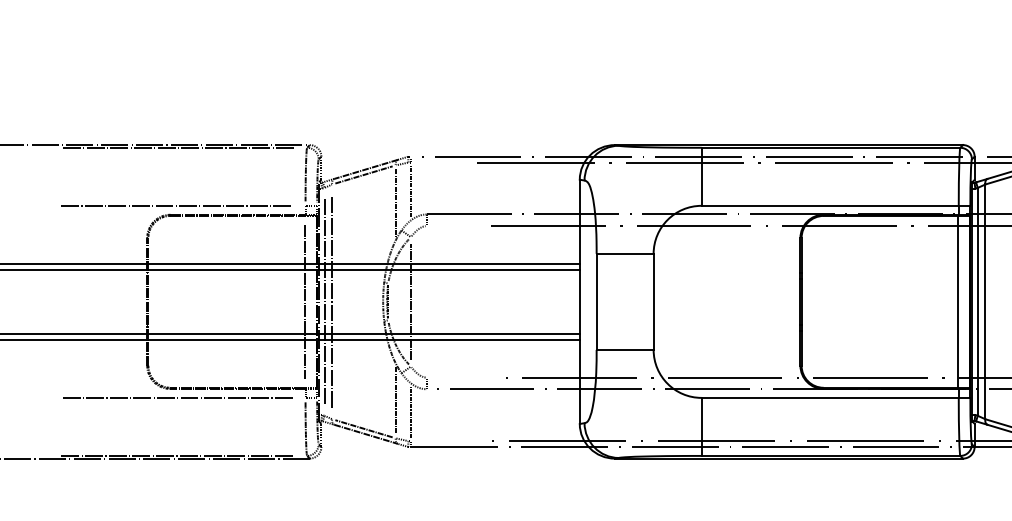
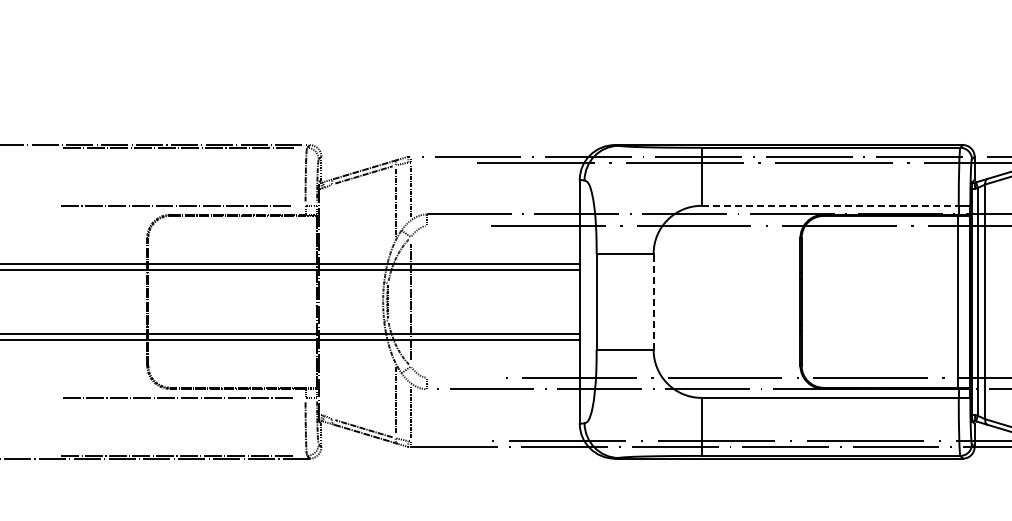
line at (830, 205): solid -> dashed
line at (304, 301): present -> none
line at (324, 301): present -> none
line at (332, 301): present -> none
line at (653, 301): solid -> dashed
